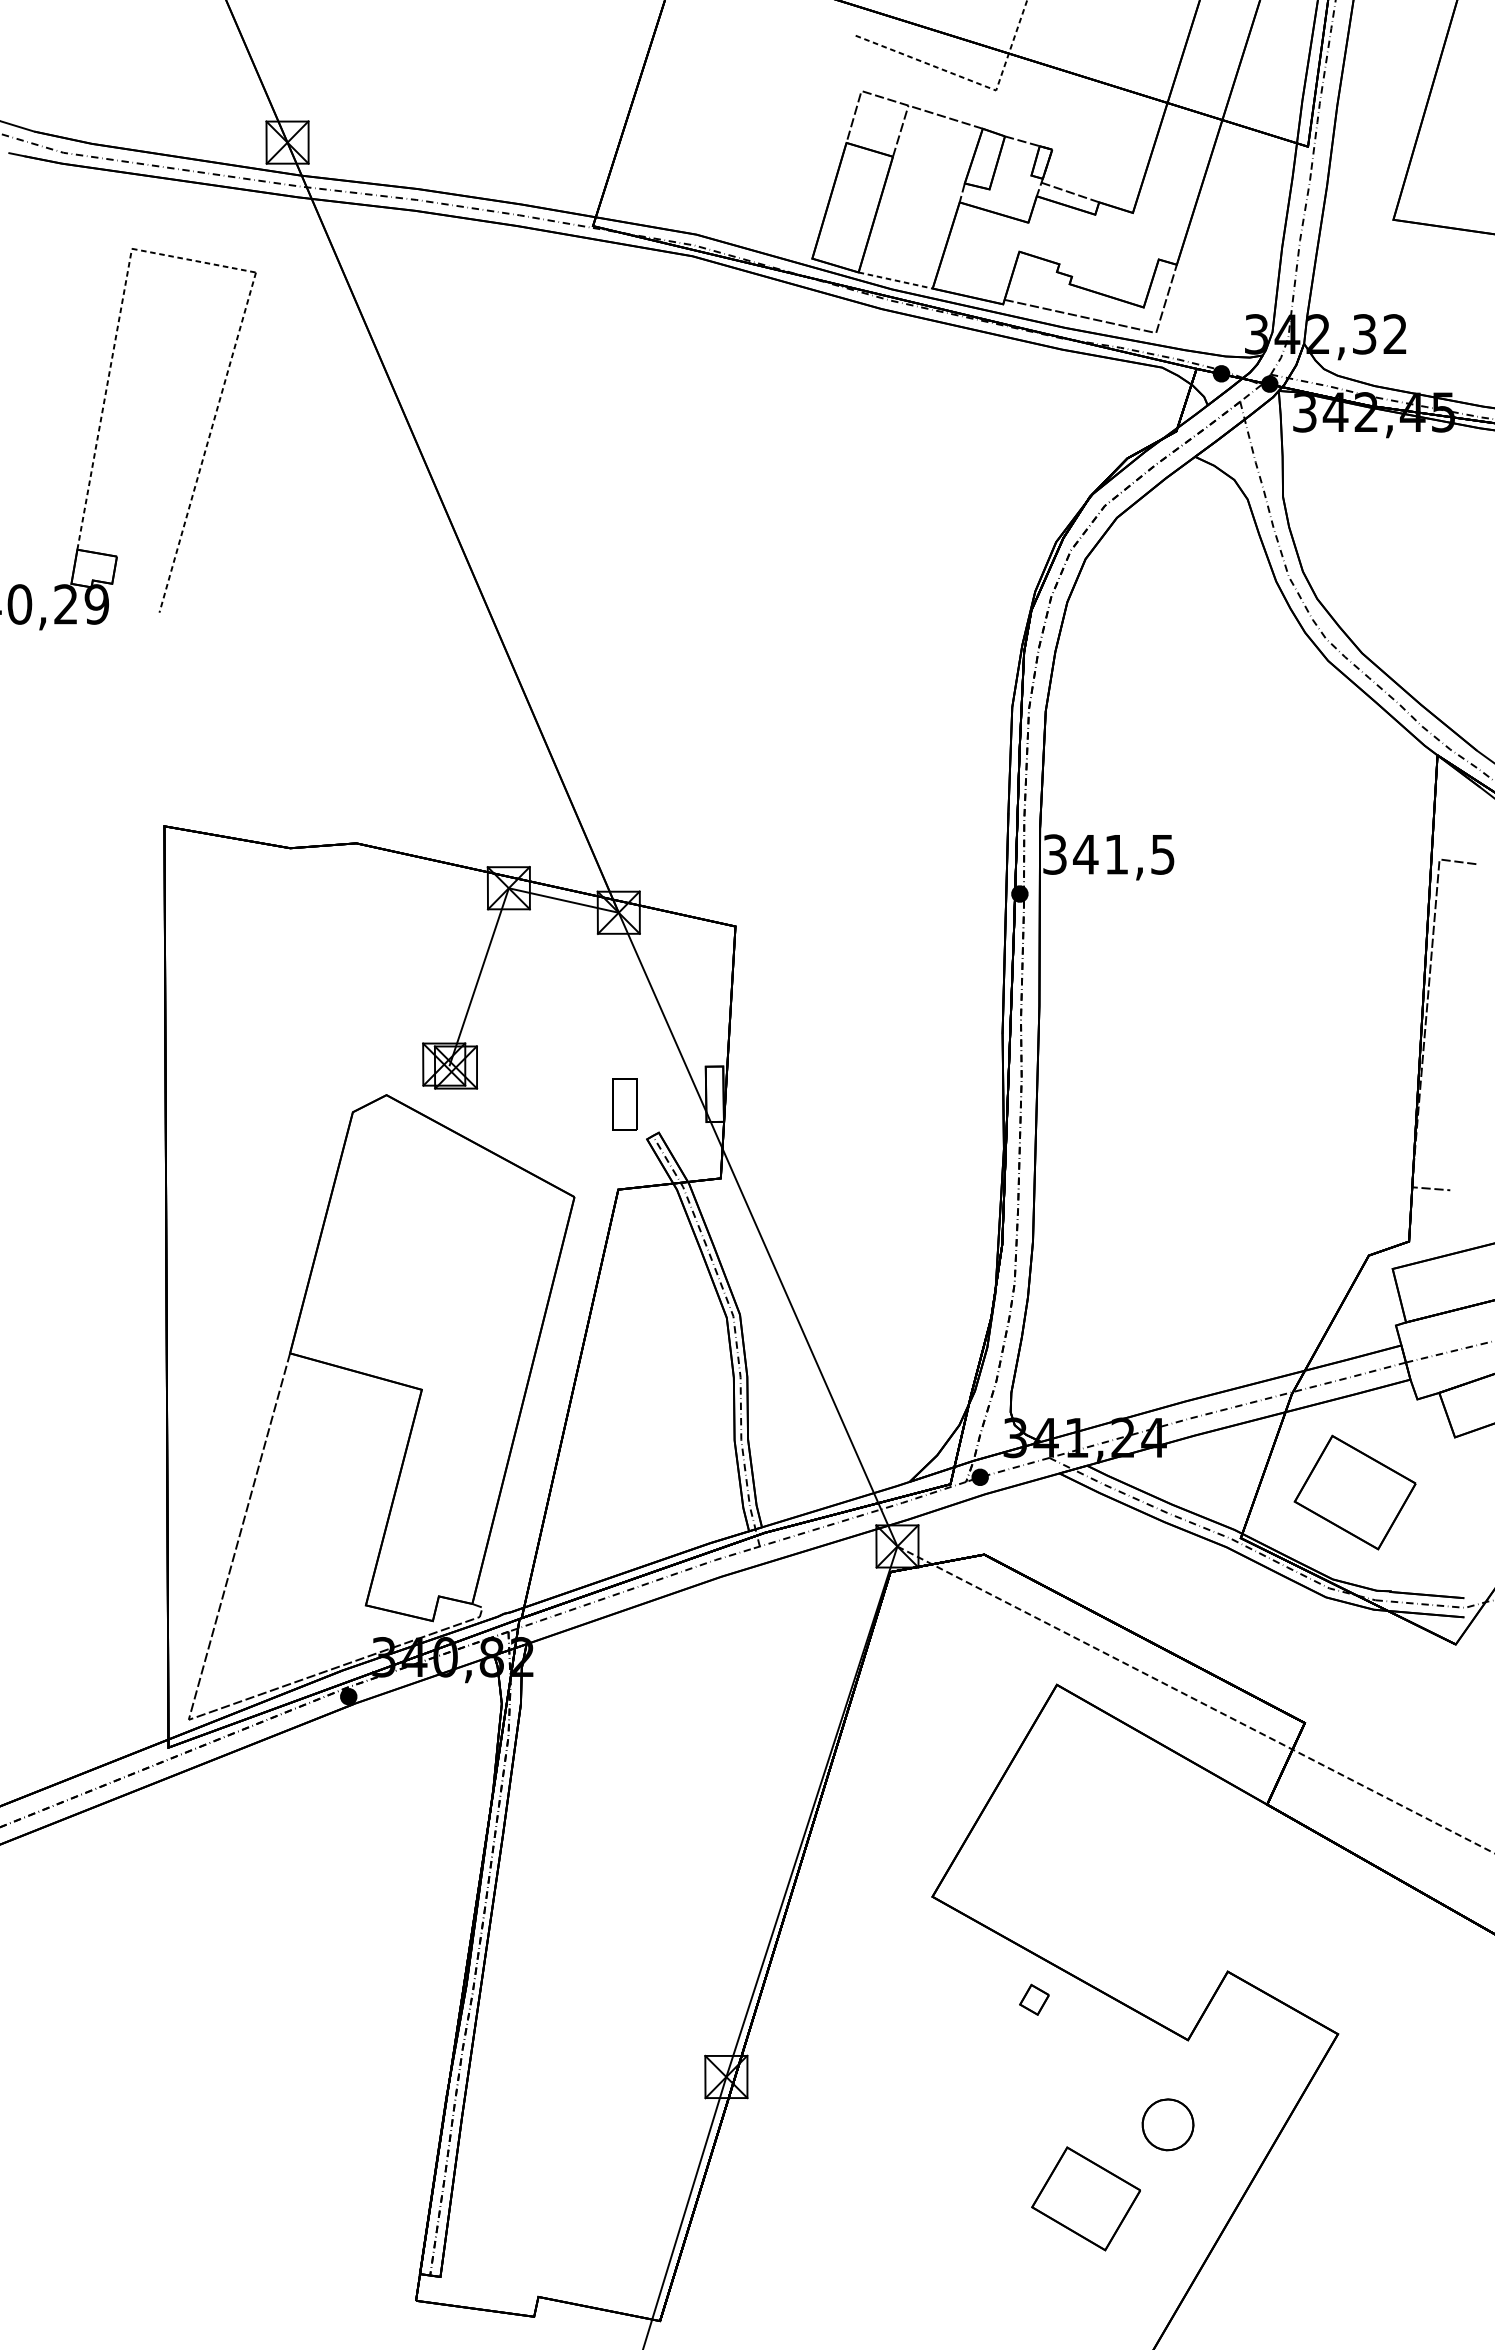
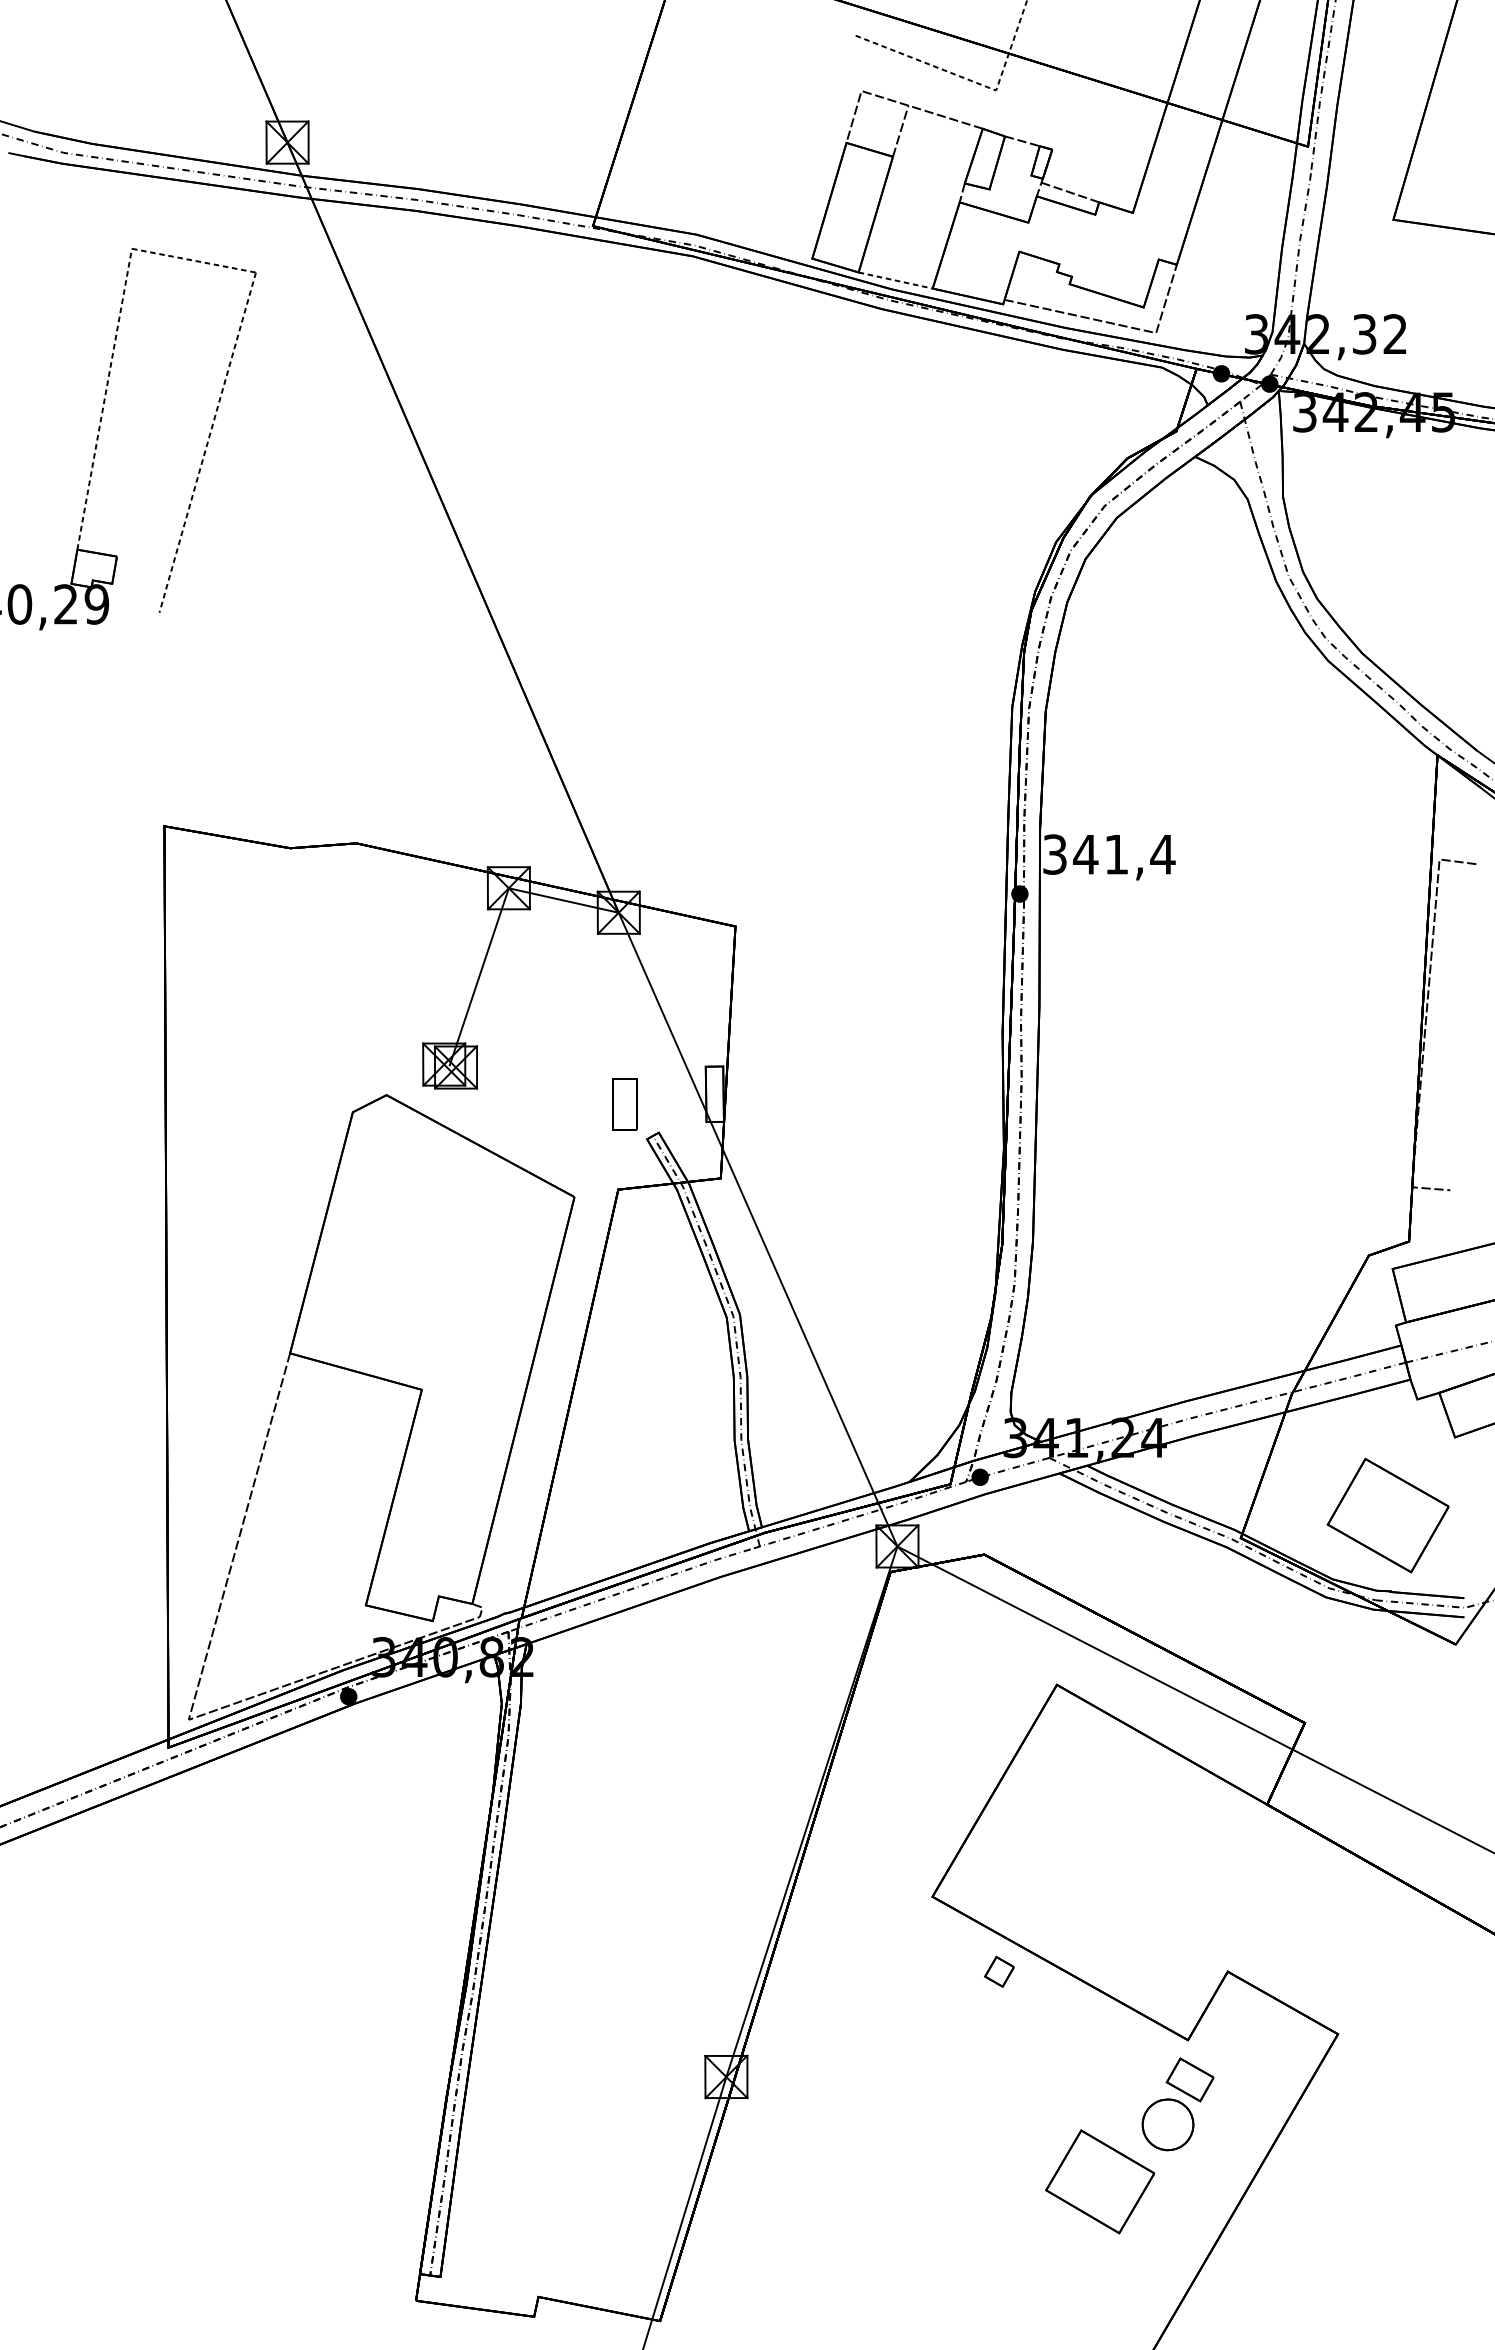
text at (1162, 854): 341,5 -> 341,4
part at (1354, 1492) position: (1354, 1492) -> (1387, 1515)
line at (1196, 1700): dashed -> solid
part at (1034, 1999) position: (1034, 1999) -> (999, 1971)
part at (1189, 2079): none -> present
part at (1085, 2198) position: (1085, 2198) -> (1099, 2181)
